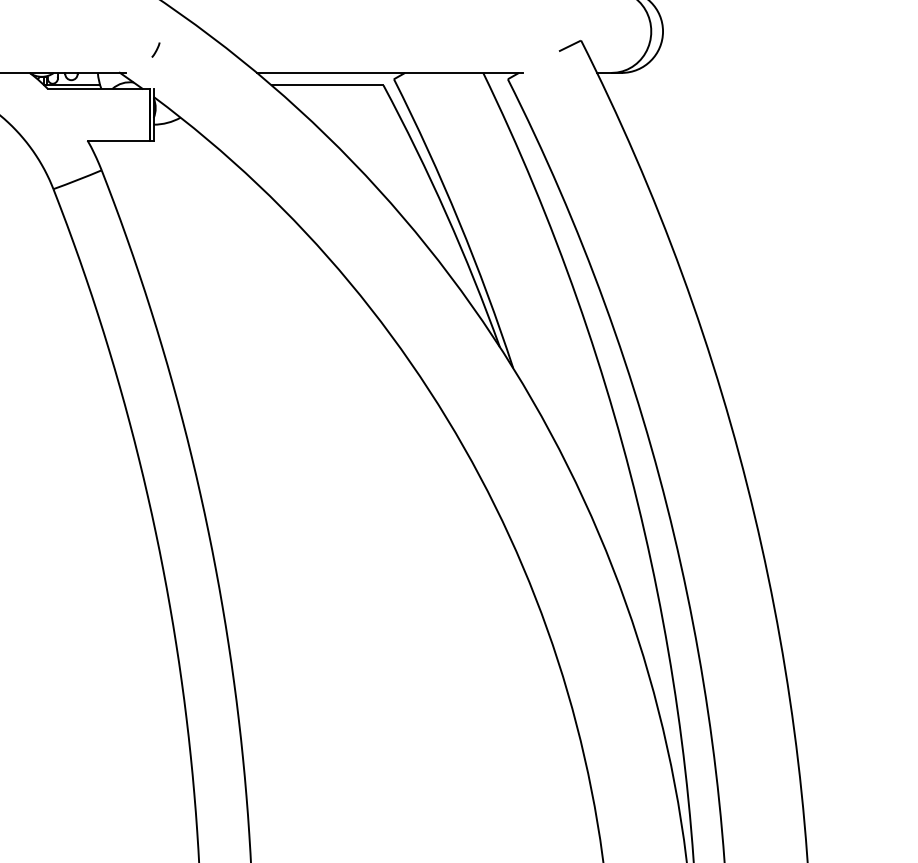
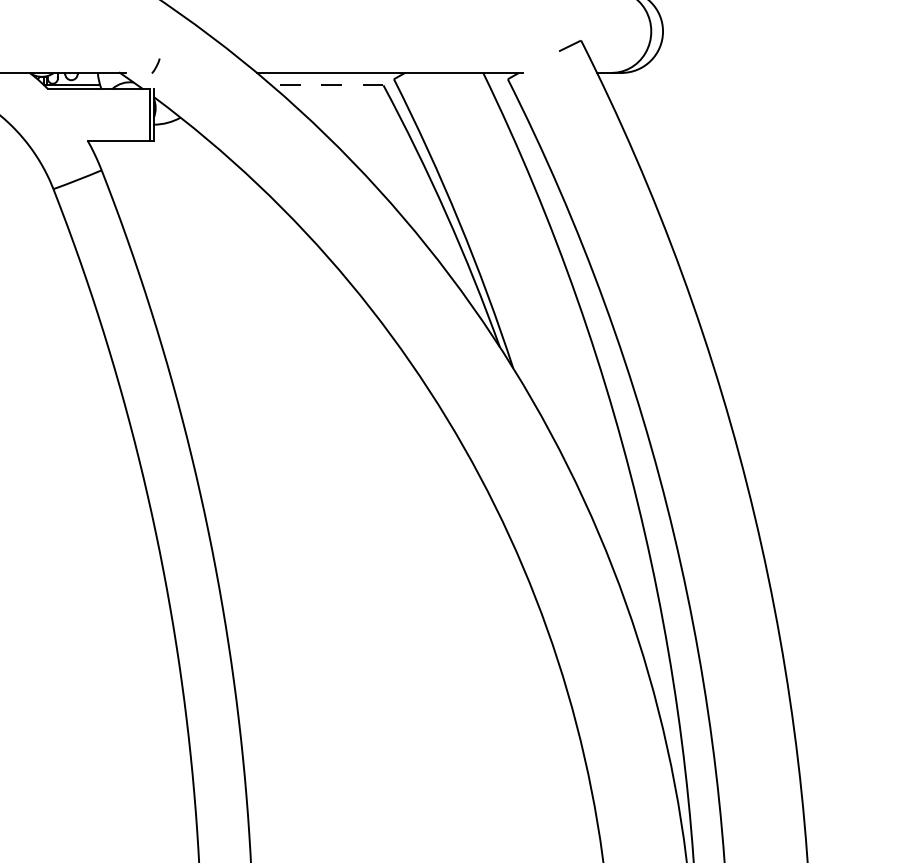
line at (156, 49) position: (156, 49) -> (156, 65)
line at (327, 85): solid -> dashed
